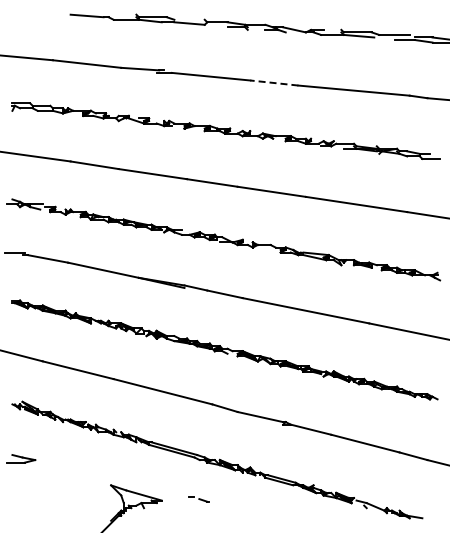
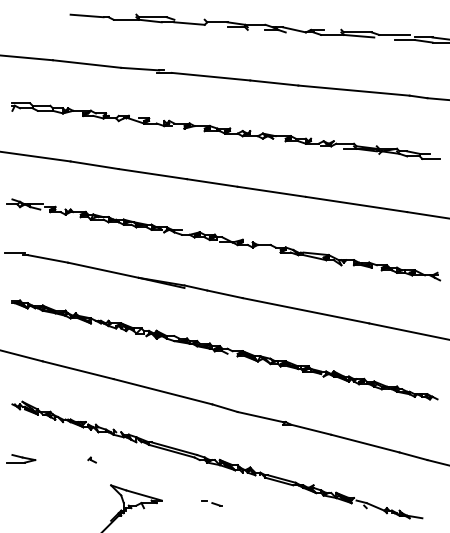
line at (273, 82): dashed -> solid
part at (91, 459): none -> present
part at (198, 499) position: (198, 499) -> (211, 503)
